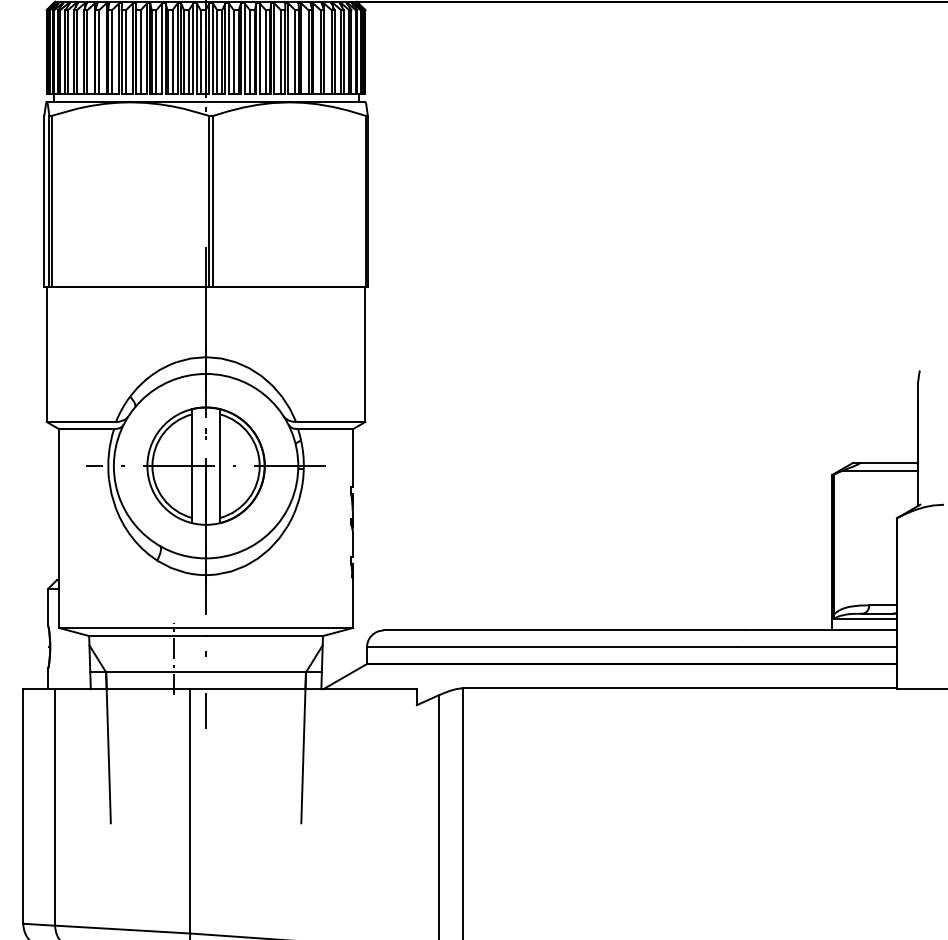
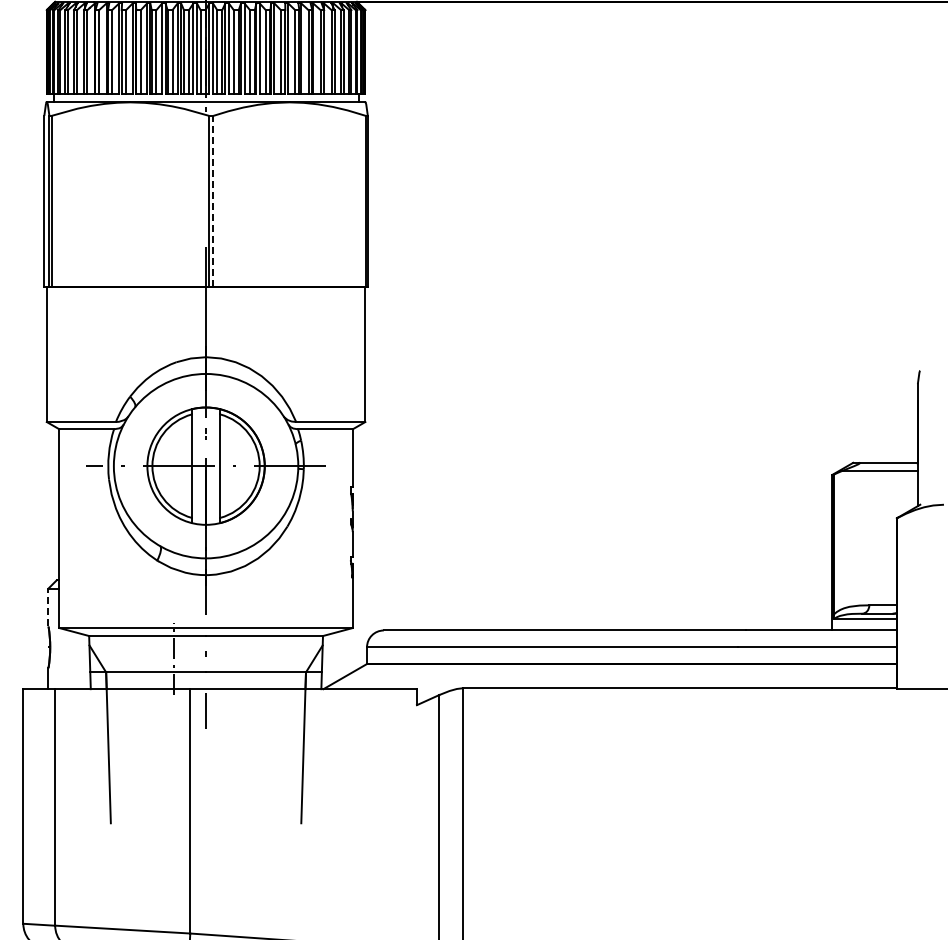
line at (213, 200): solid -> dashed
line at (48, 607): solid -> dashed
